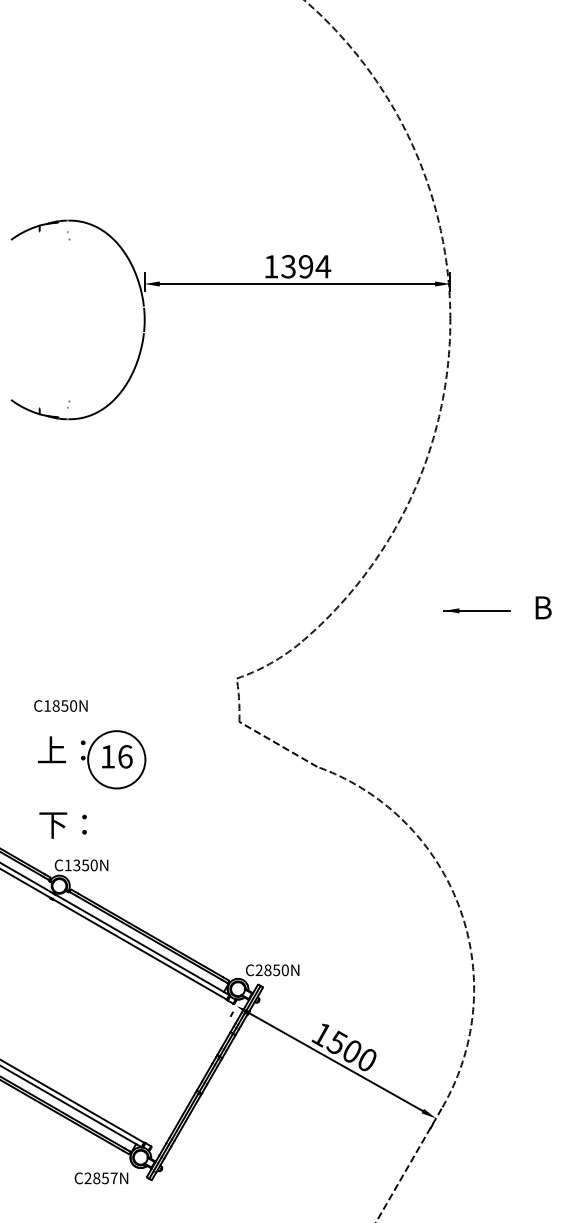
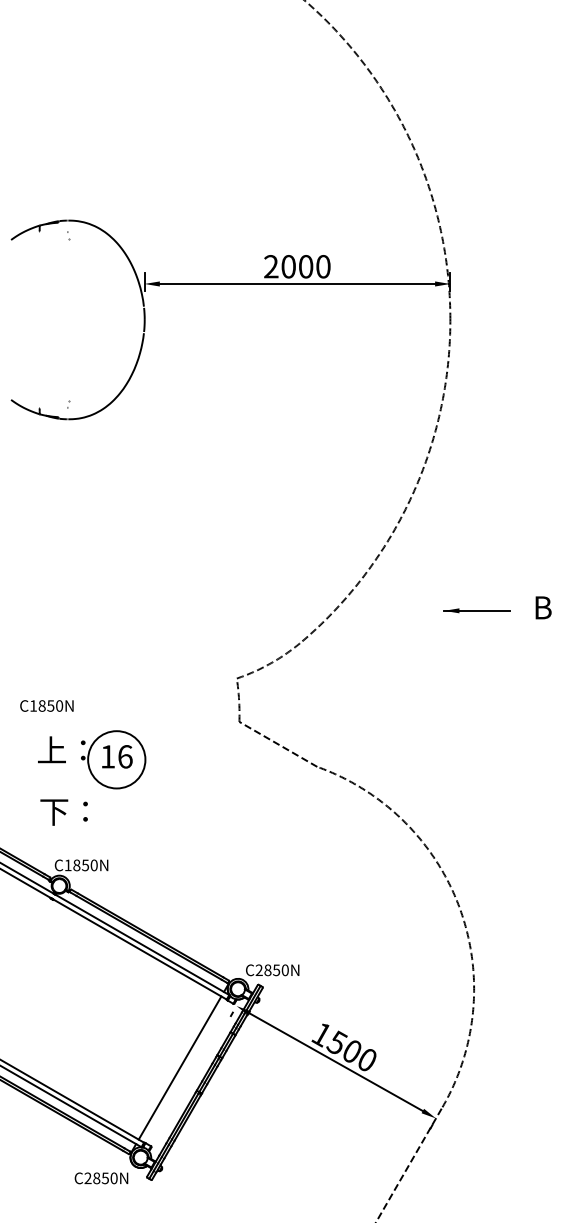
text at (297, 266): 1394 -> 2000
text at (60, 705) position: (60, 705) -> (46, 705)
text at (62, 825) position: (62, 825) -> (63, 812)
text at (76, 865): C1350N -> C1850N
line at (179, 1067): none -> present
text at (113, 1178): C2857N -> C2850N
